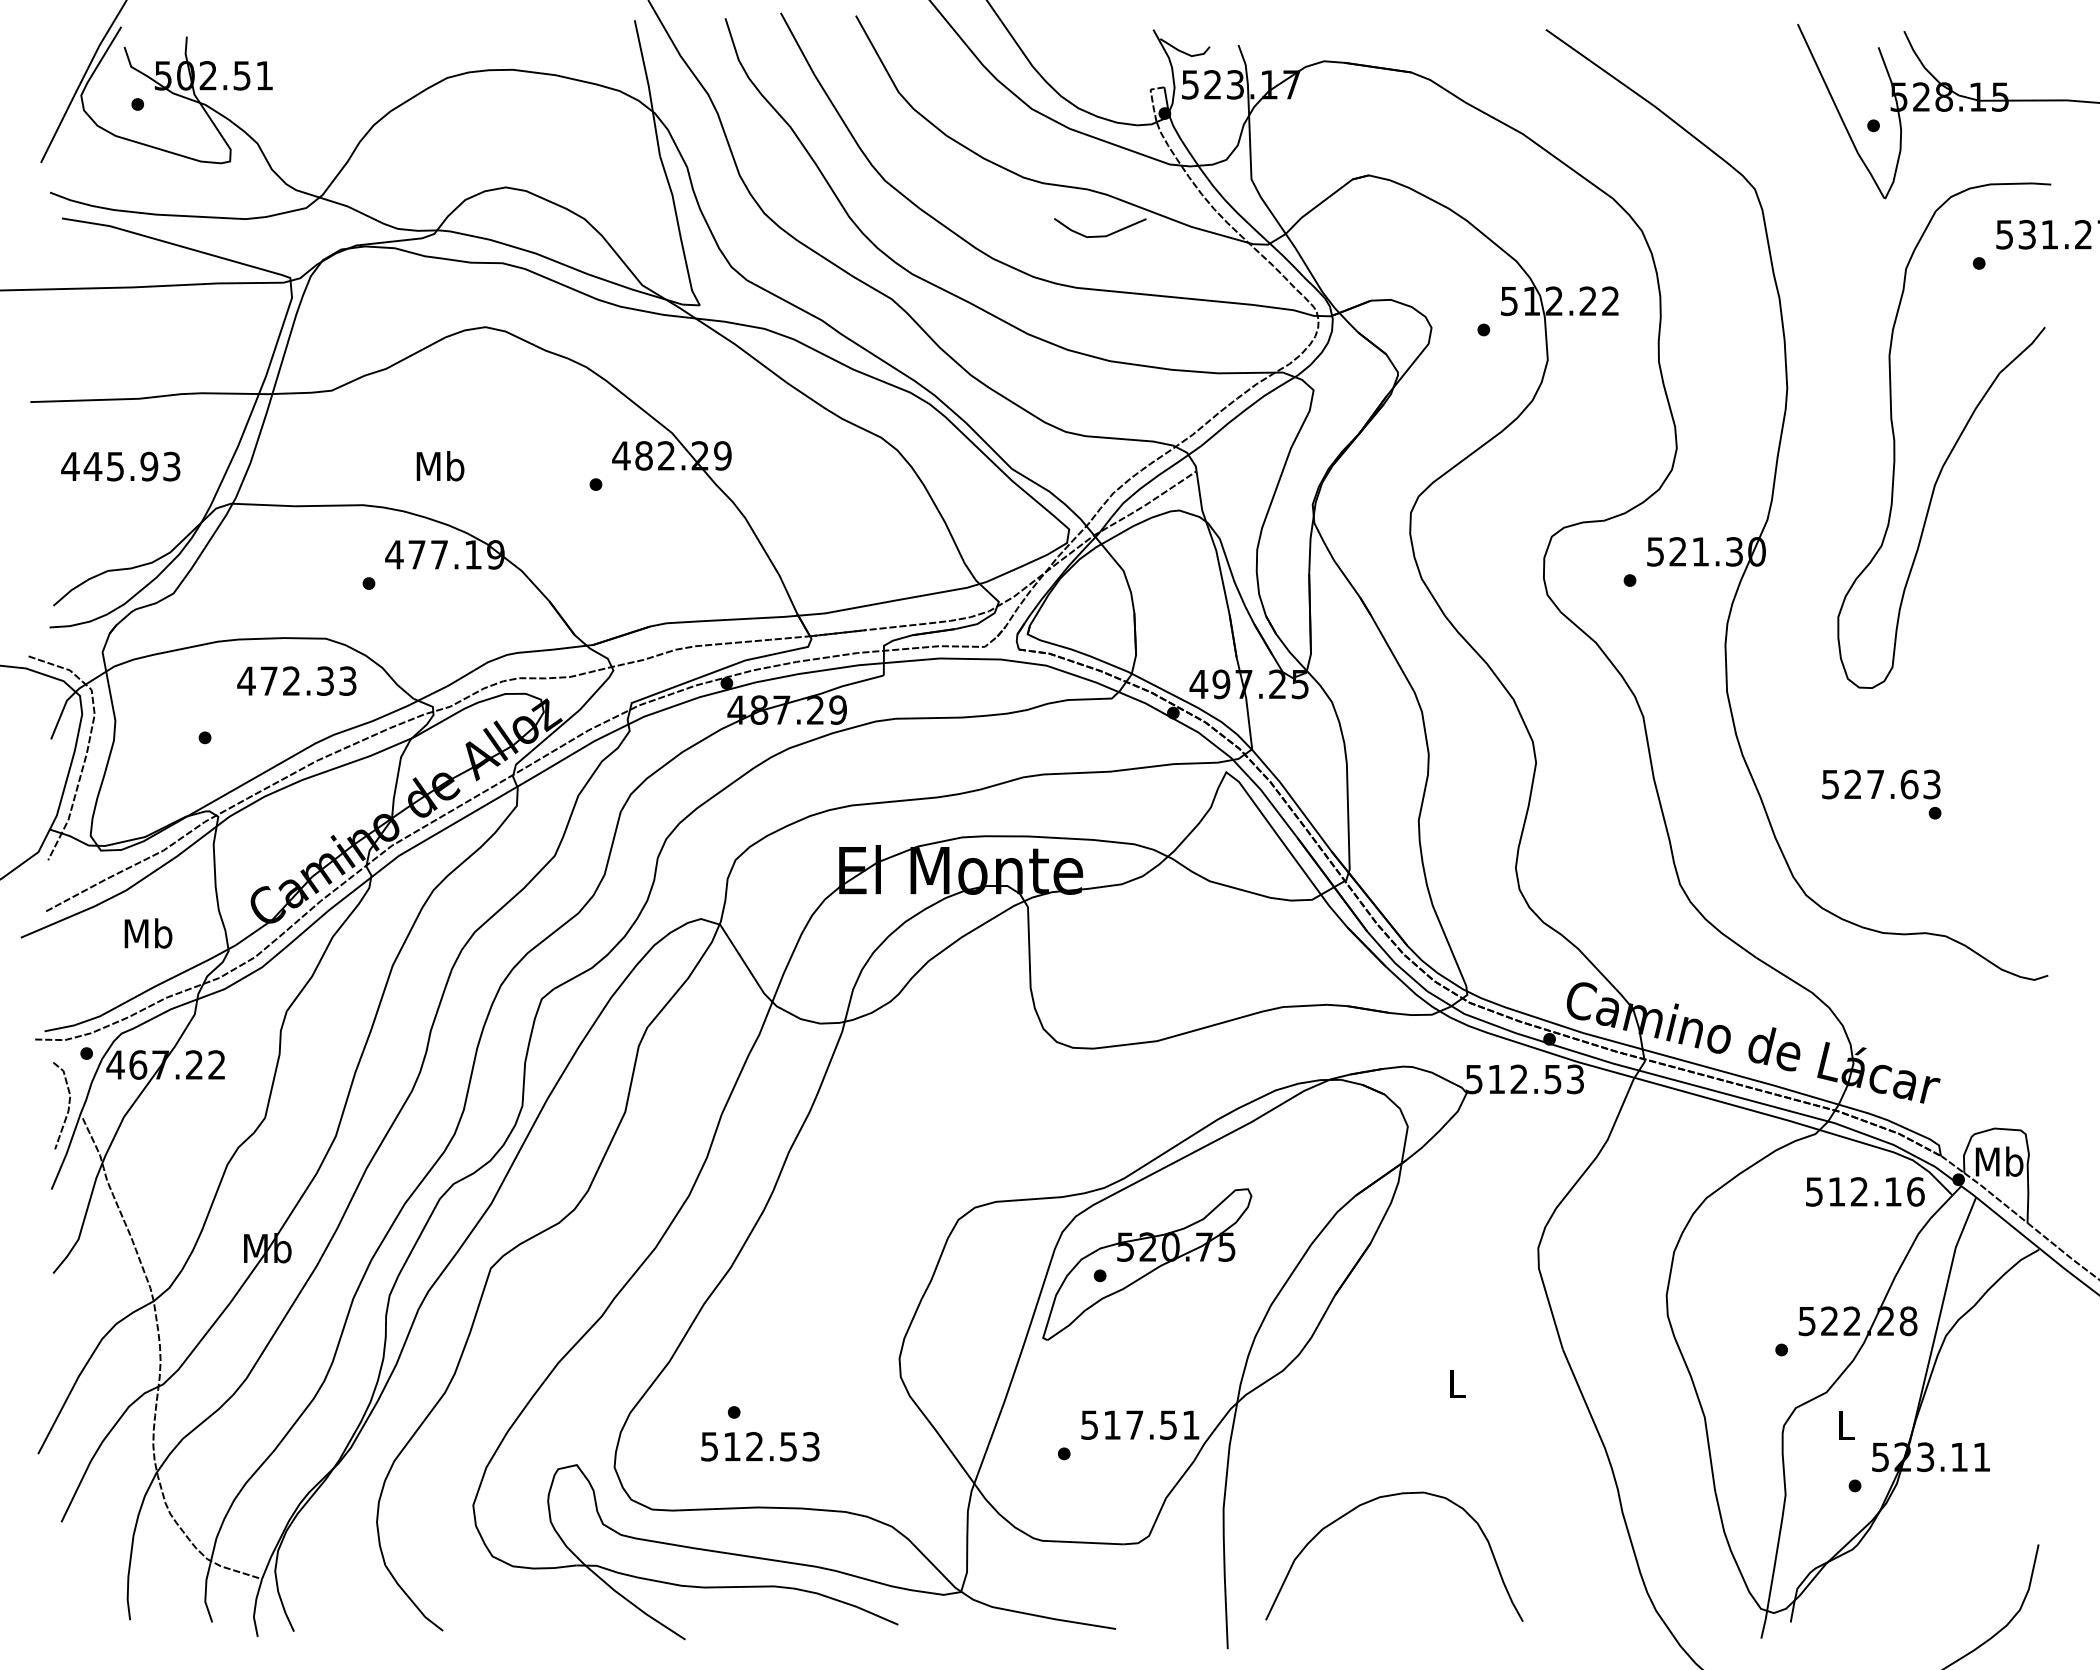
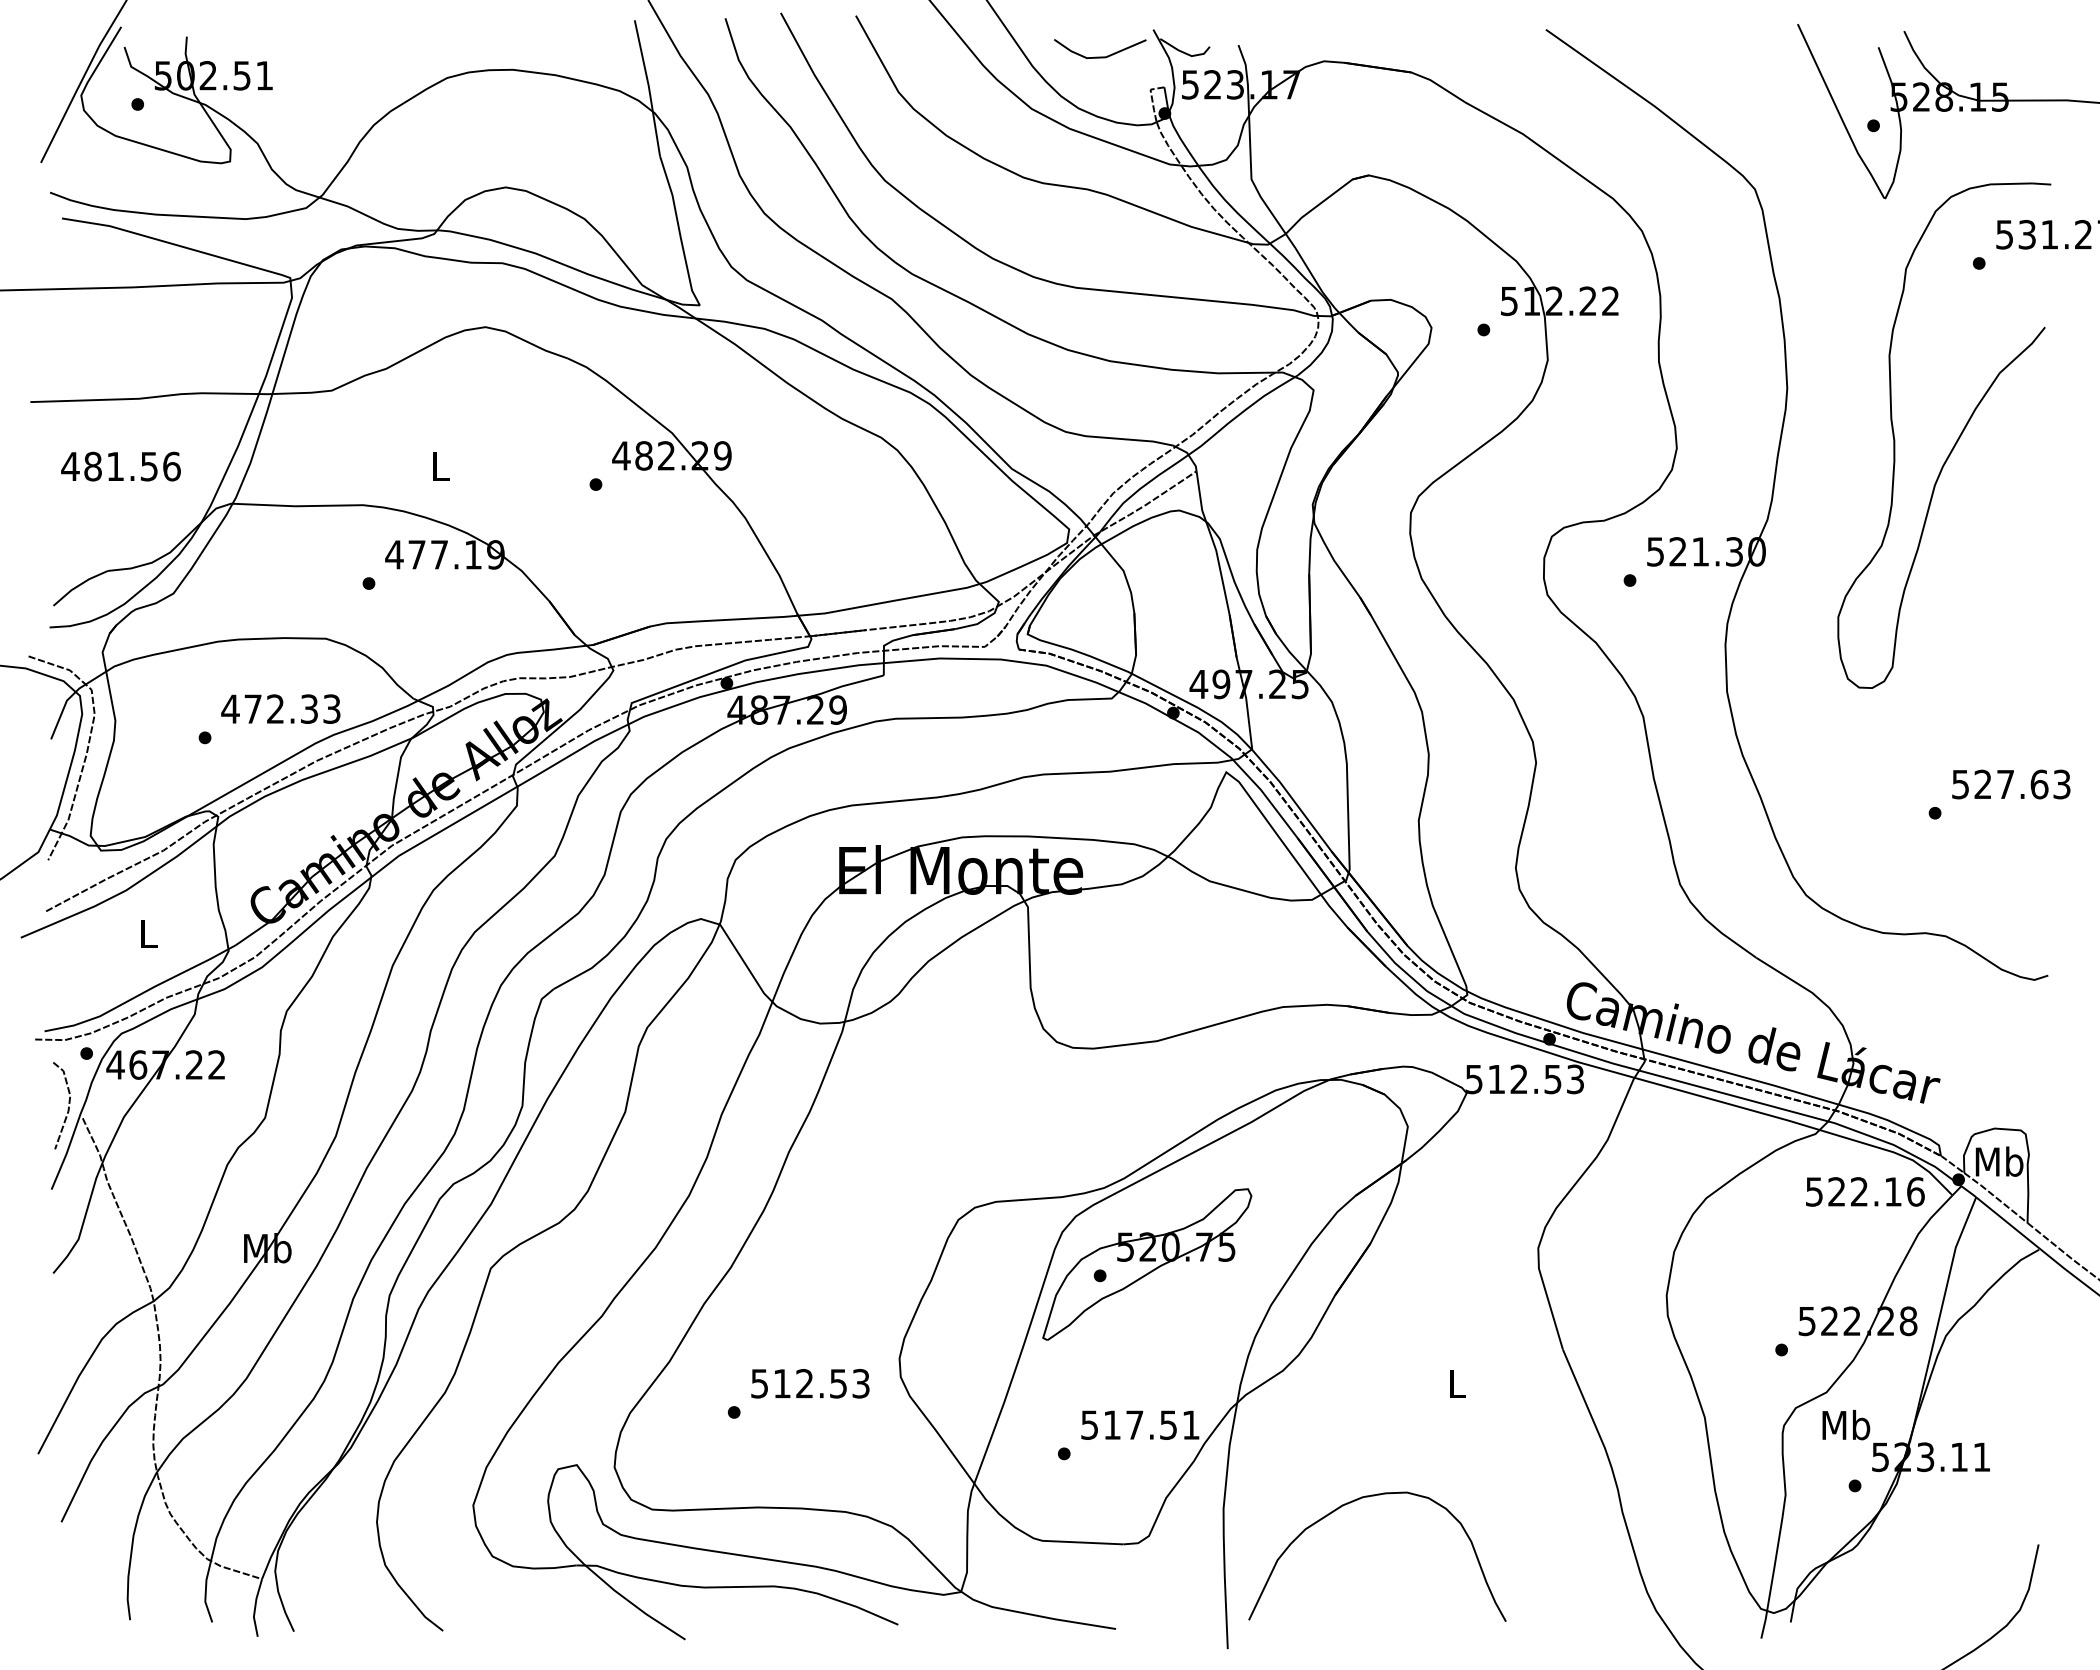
line at (1100, 235) position: (1100, 235) -> (1100, 56)
text at (131, 466): 445.93 -> 481.56
text at (440, 466): Mb -> L
text at (296, 680) position: (296, 680) -> (280, 708)
text at (1881, 784) position: (1881, 784) -> (2011, 784)
text at (148, 933): Mb -> L
text at (1836, 1191): 512.16 -> 522.16
text at (1846, 1424): L -> Mb
text at (760, 1446) position: (760, 1446) -> (810, 1383)
curve at (1372, 1501) position: (1372, 1501) -> (1355, 1501)
